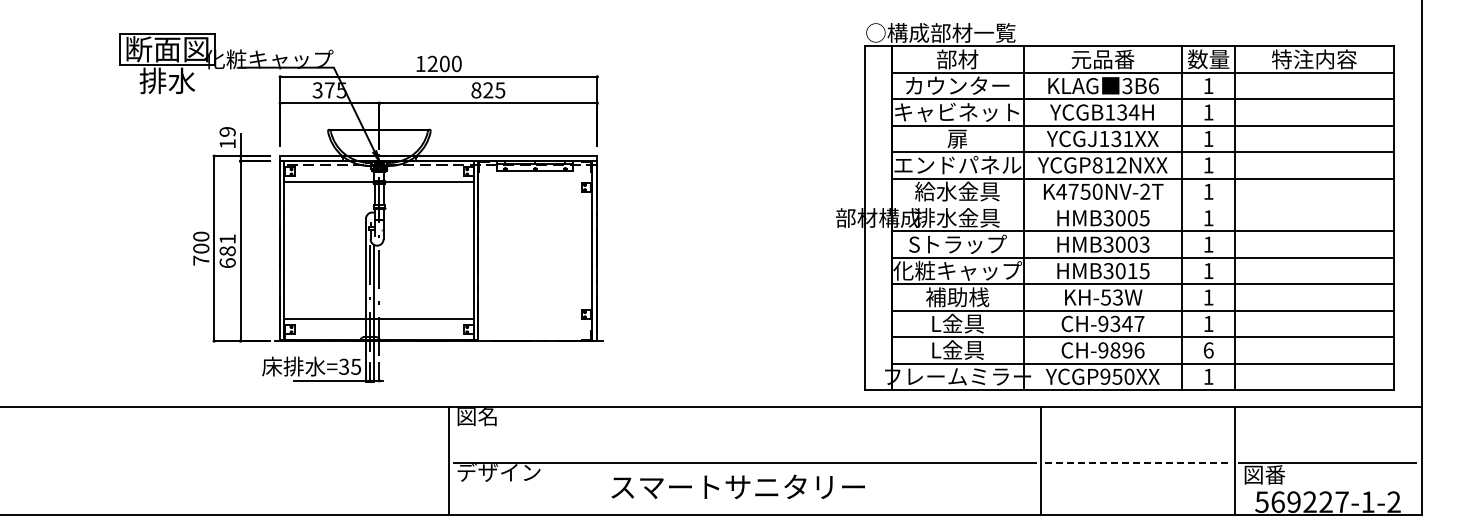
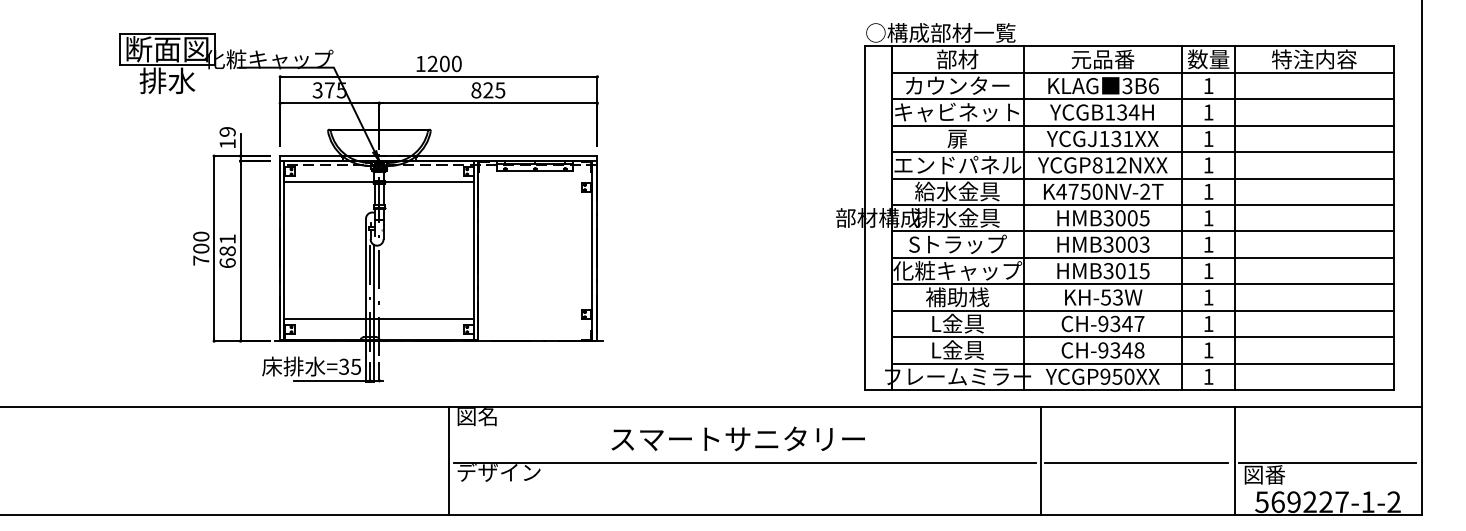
line at (1142, 205): none -> present
text at (1127, 350): CH-9896 -> CH-9348
text at (1208, 350): 6 -> 1
line at (1137, 463): dashed -> solid
text at (737, 486) position: (737, 486) -> (737, 438)
